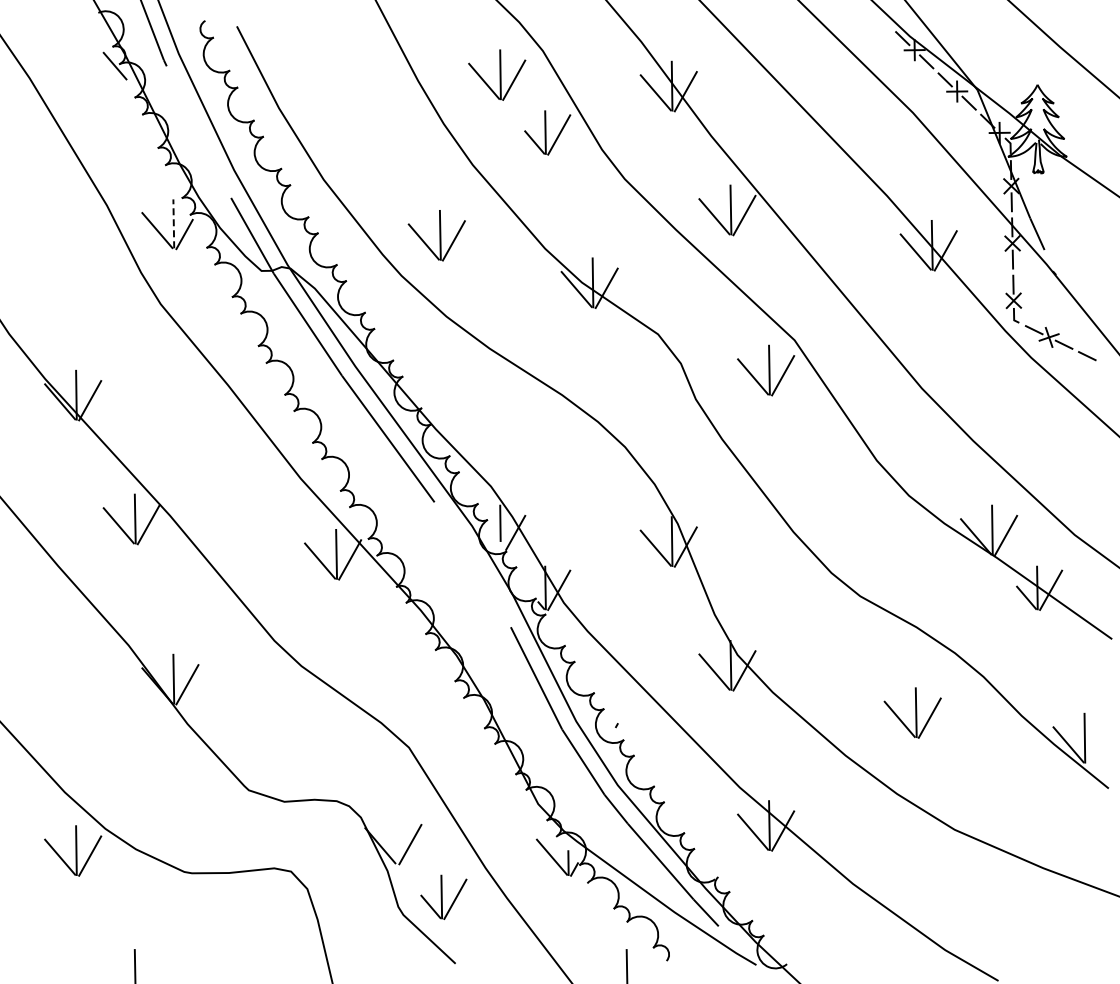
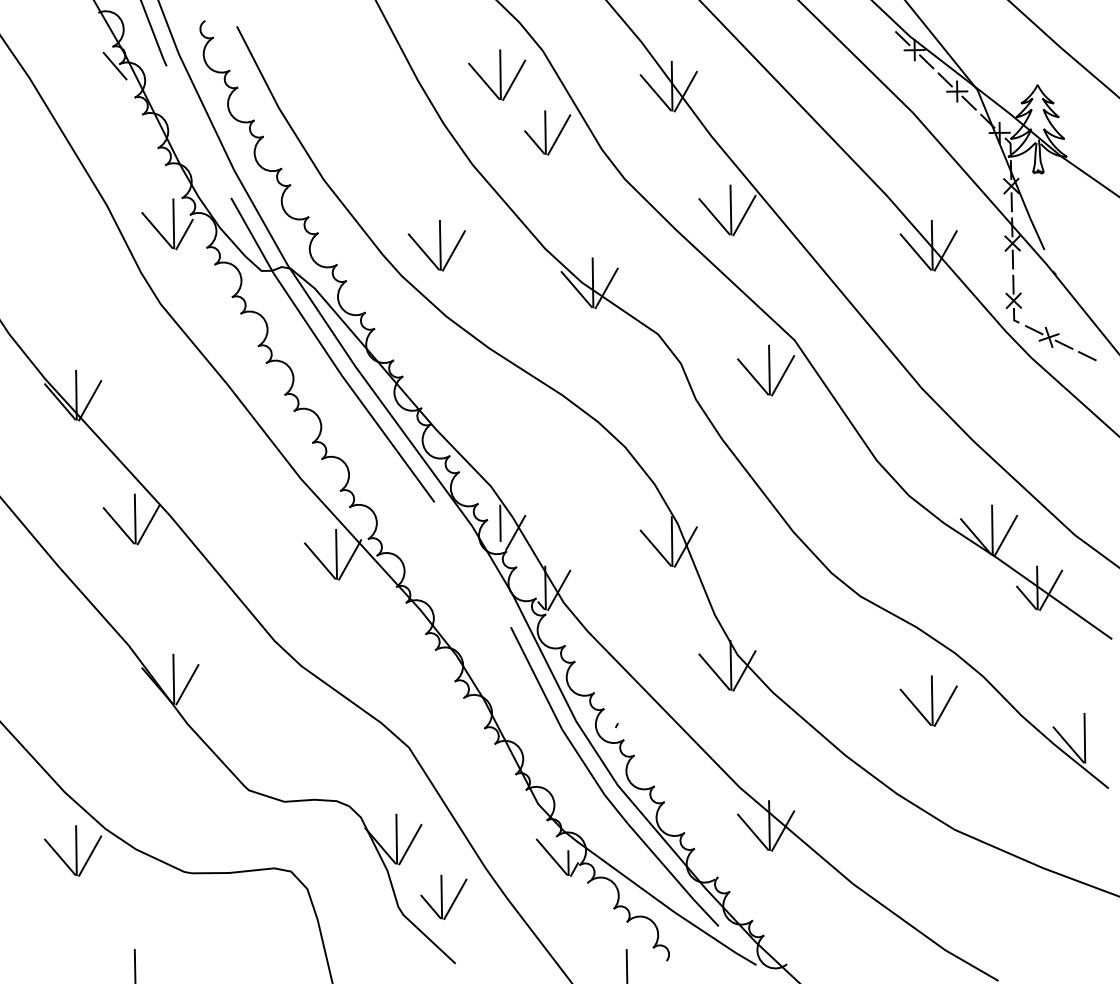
line at (173, 223): dashed -> solid
part at (436, 235) position: (436, 235) -> (436, 245)
part at (912, 712) position: (912, 712) -> (928, 700)
line at (396, 838): none -> present
